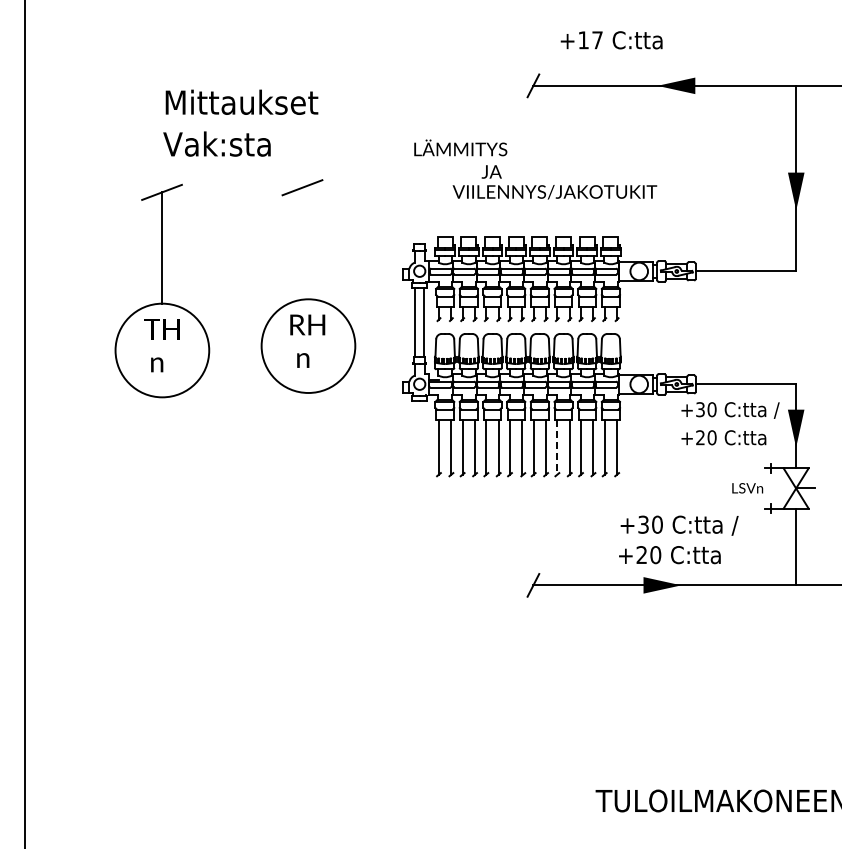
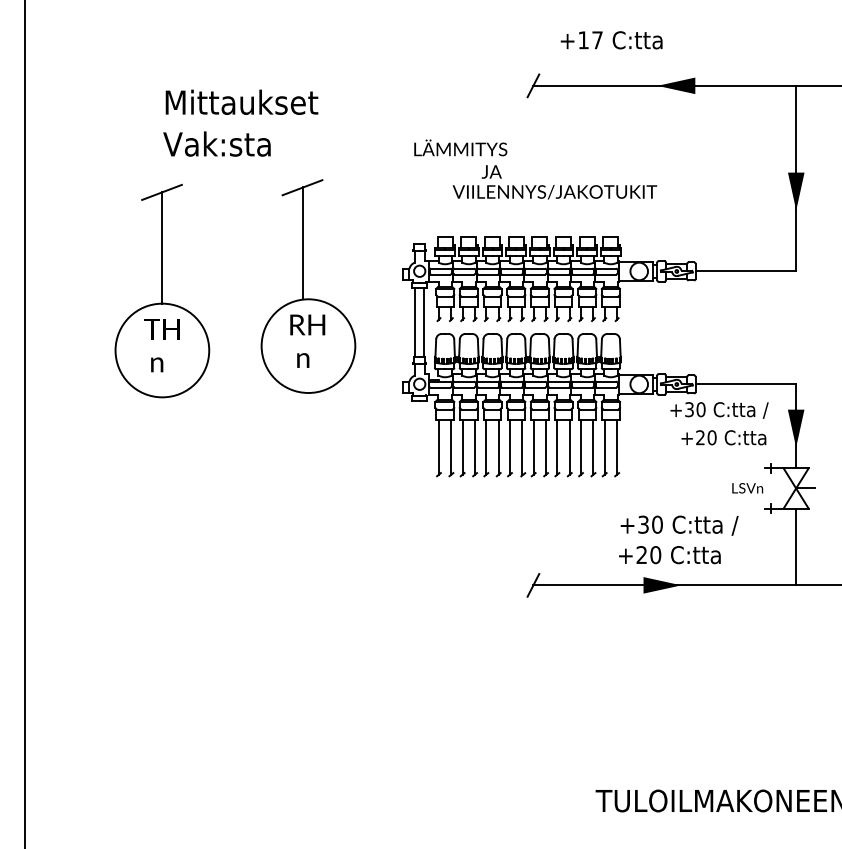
line at (302, 242): none -> present
text at (730, 410) position: (730, 410) -> (719, 410)
line at (557, 448): dashed -> solid
